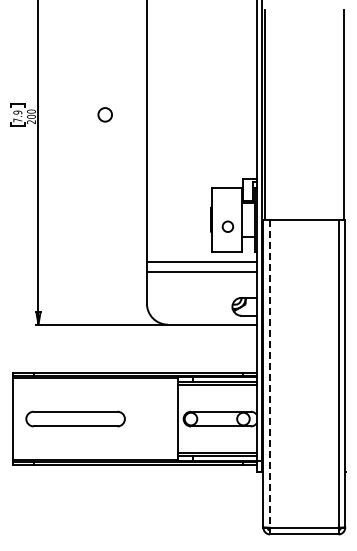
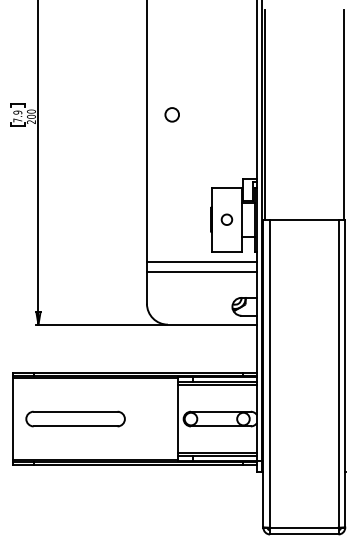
circle at (104, 114) position: (104, 114) -> (171, 114)
part at (227, 226) position: (227, 226) -> (226, 219)
line at (270, 373): dashed -> solid
